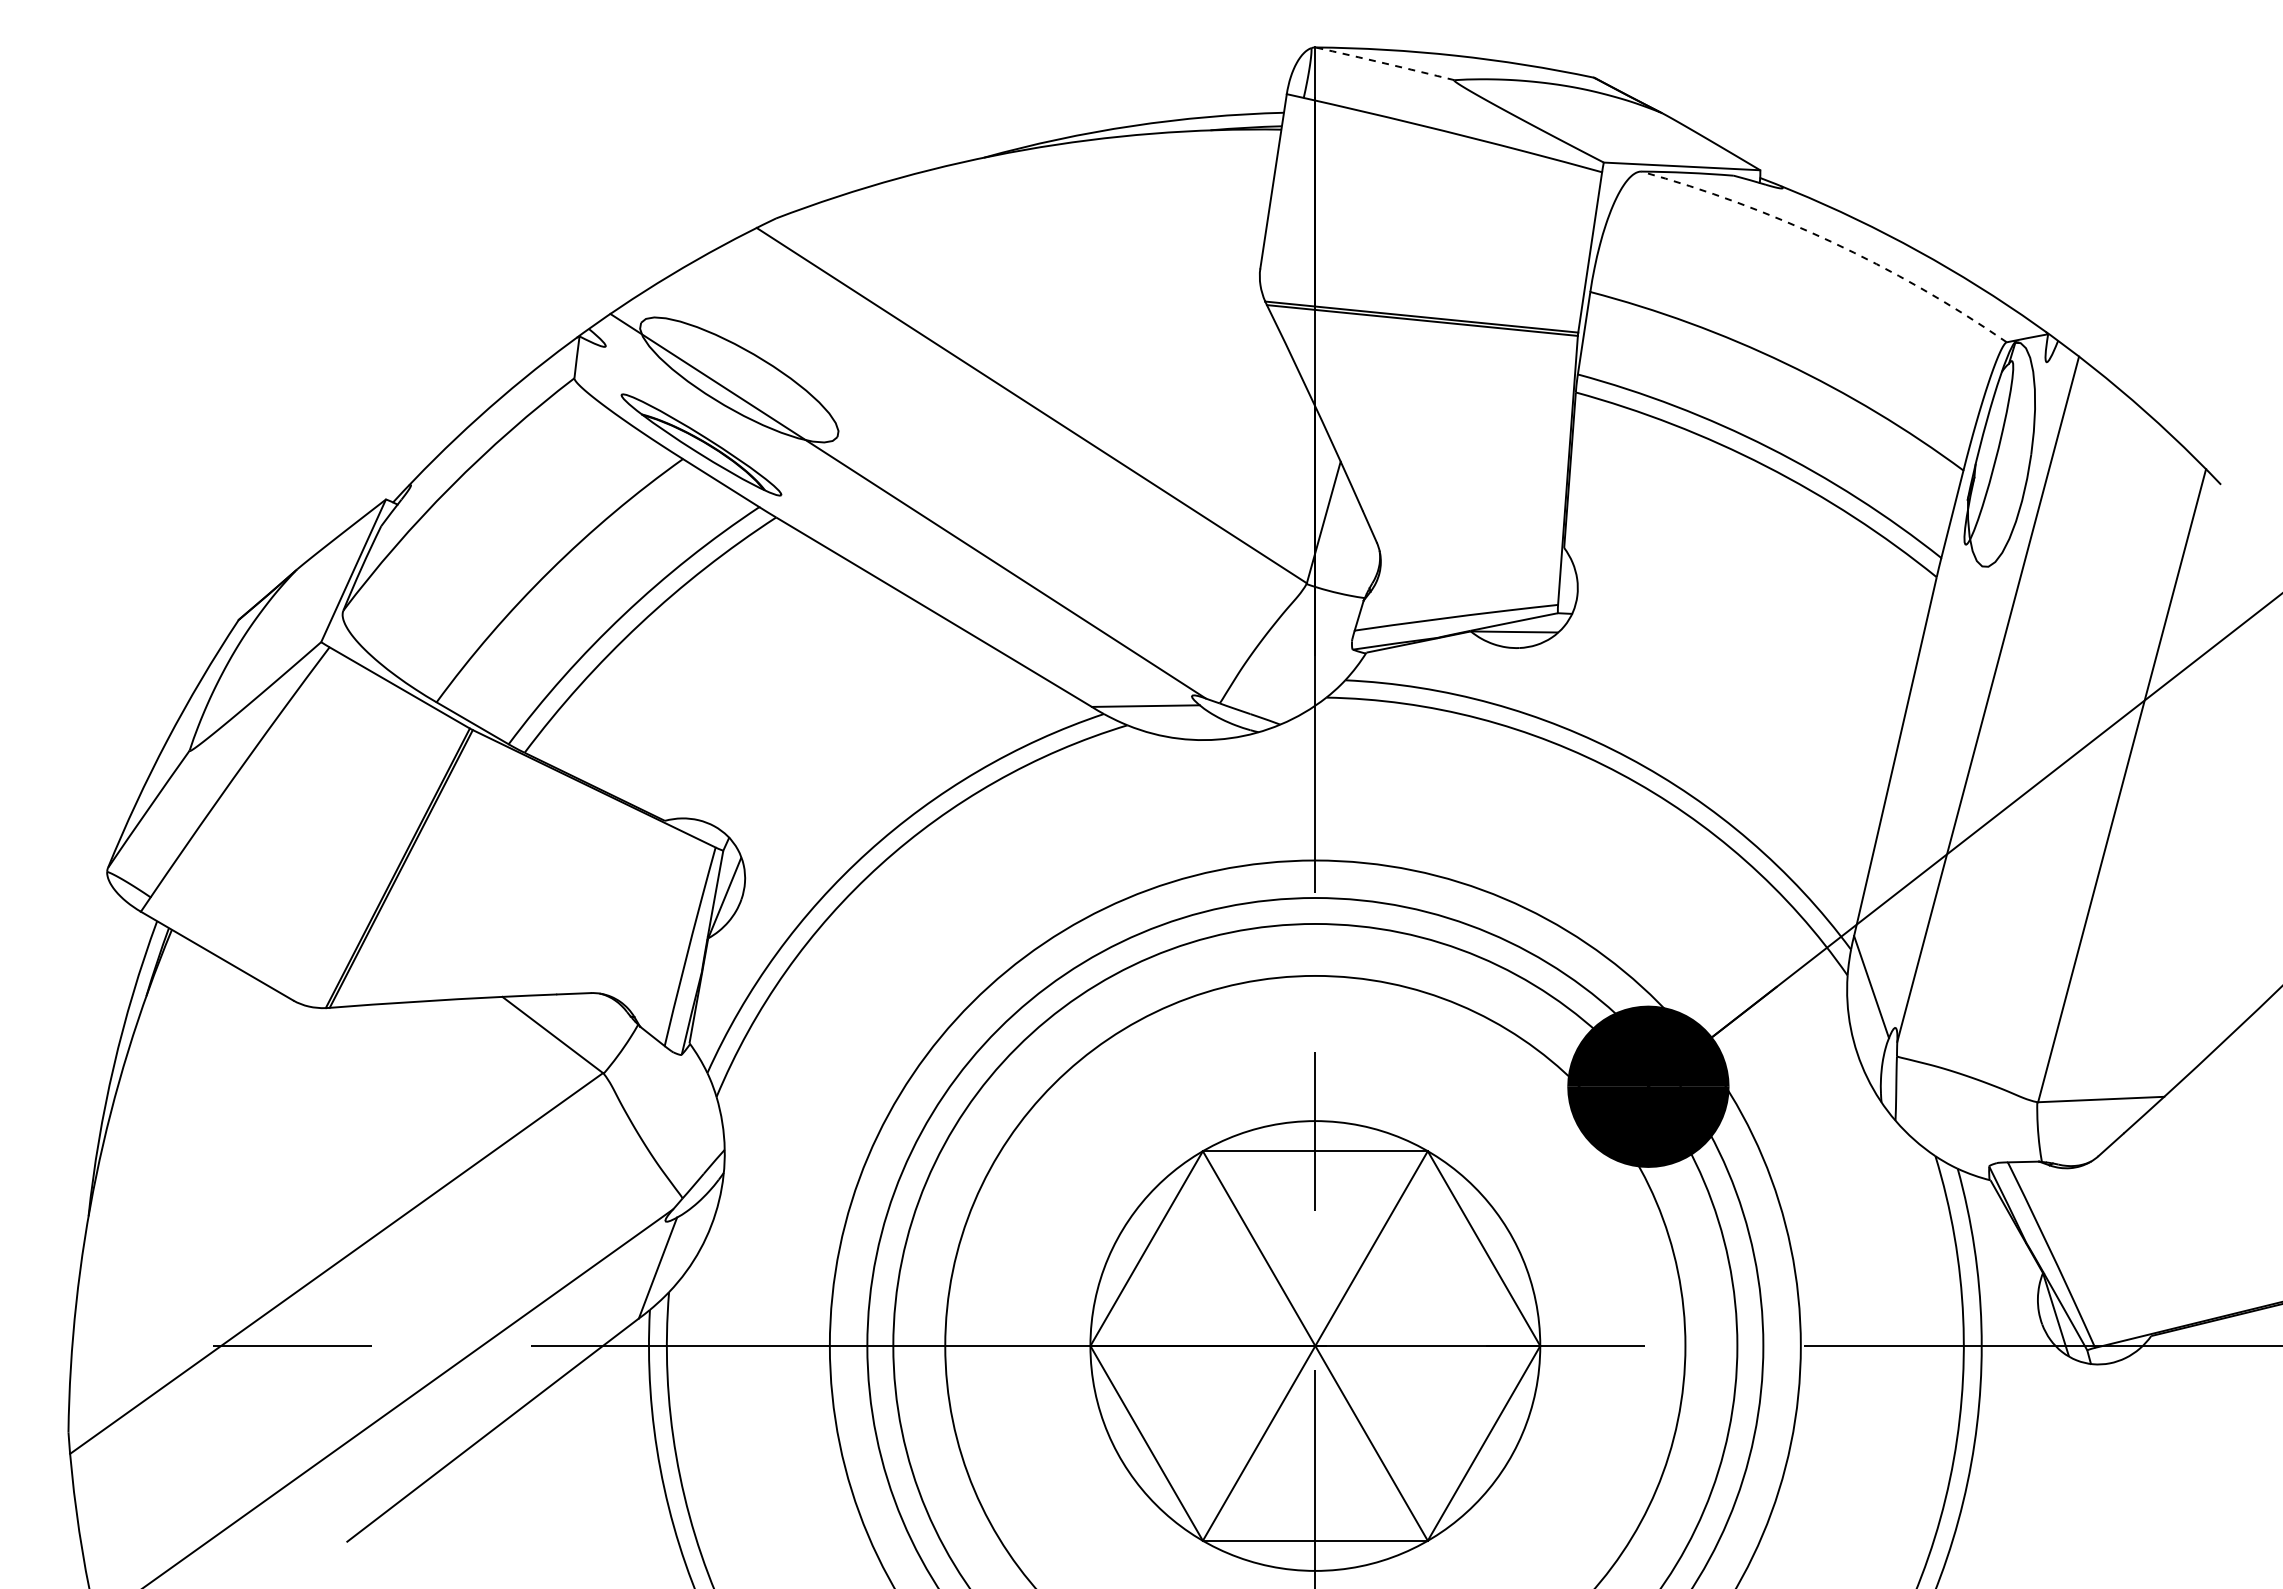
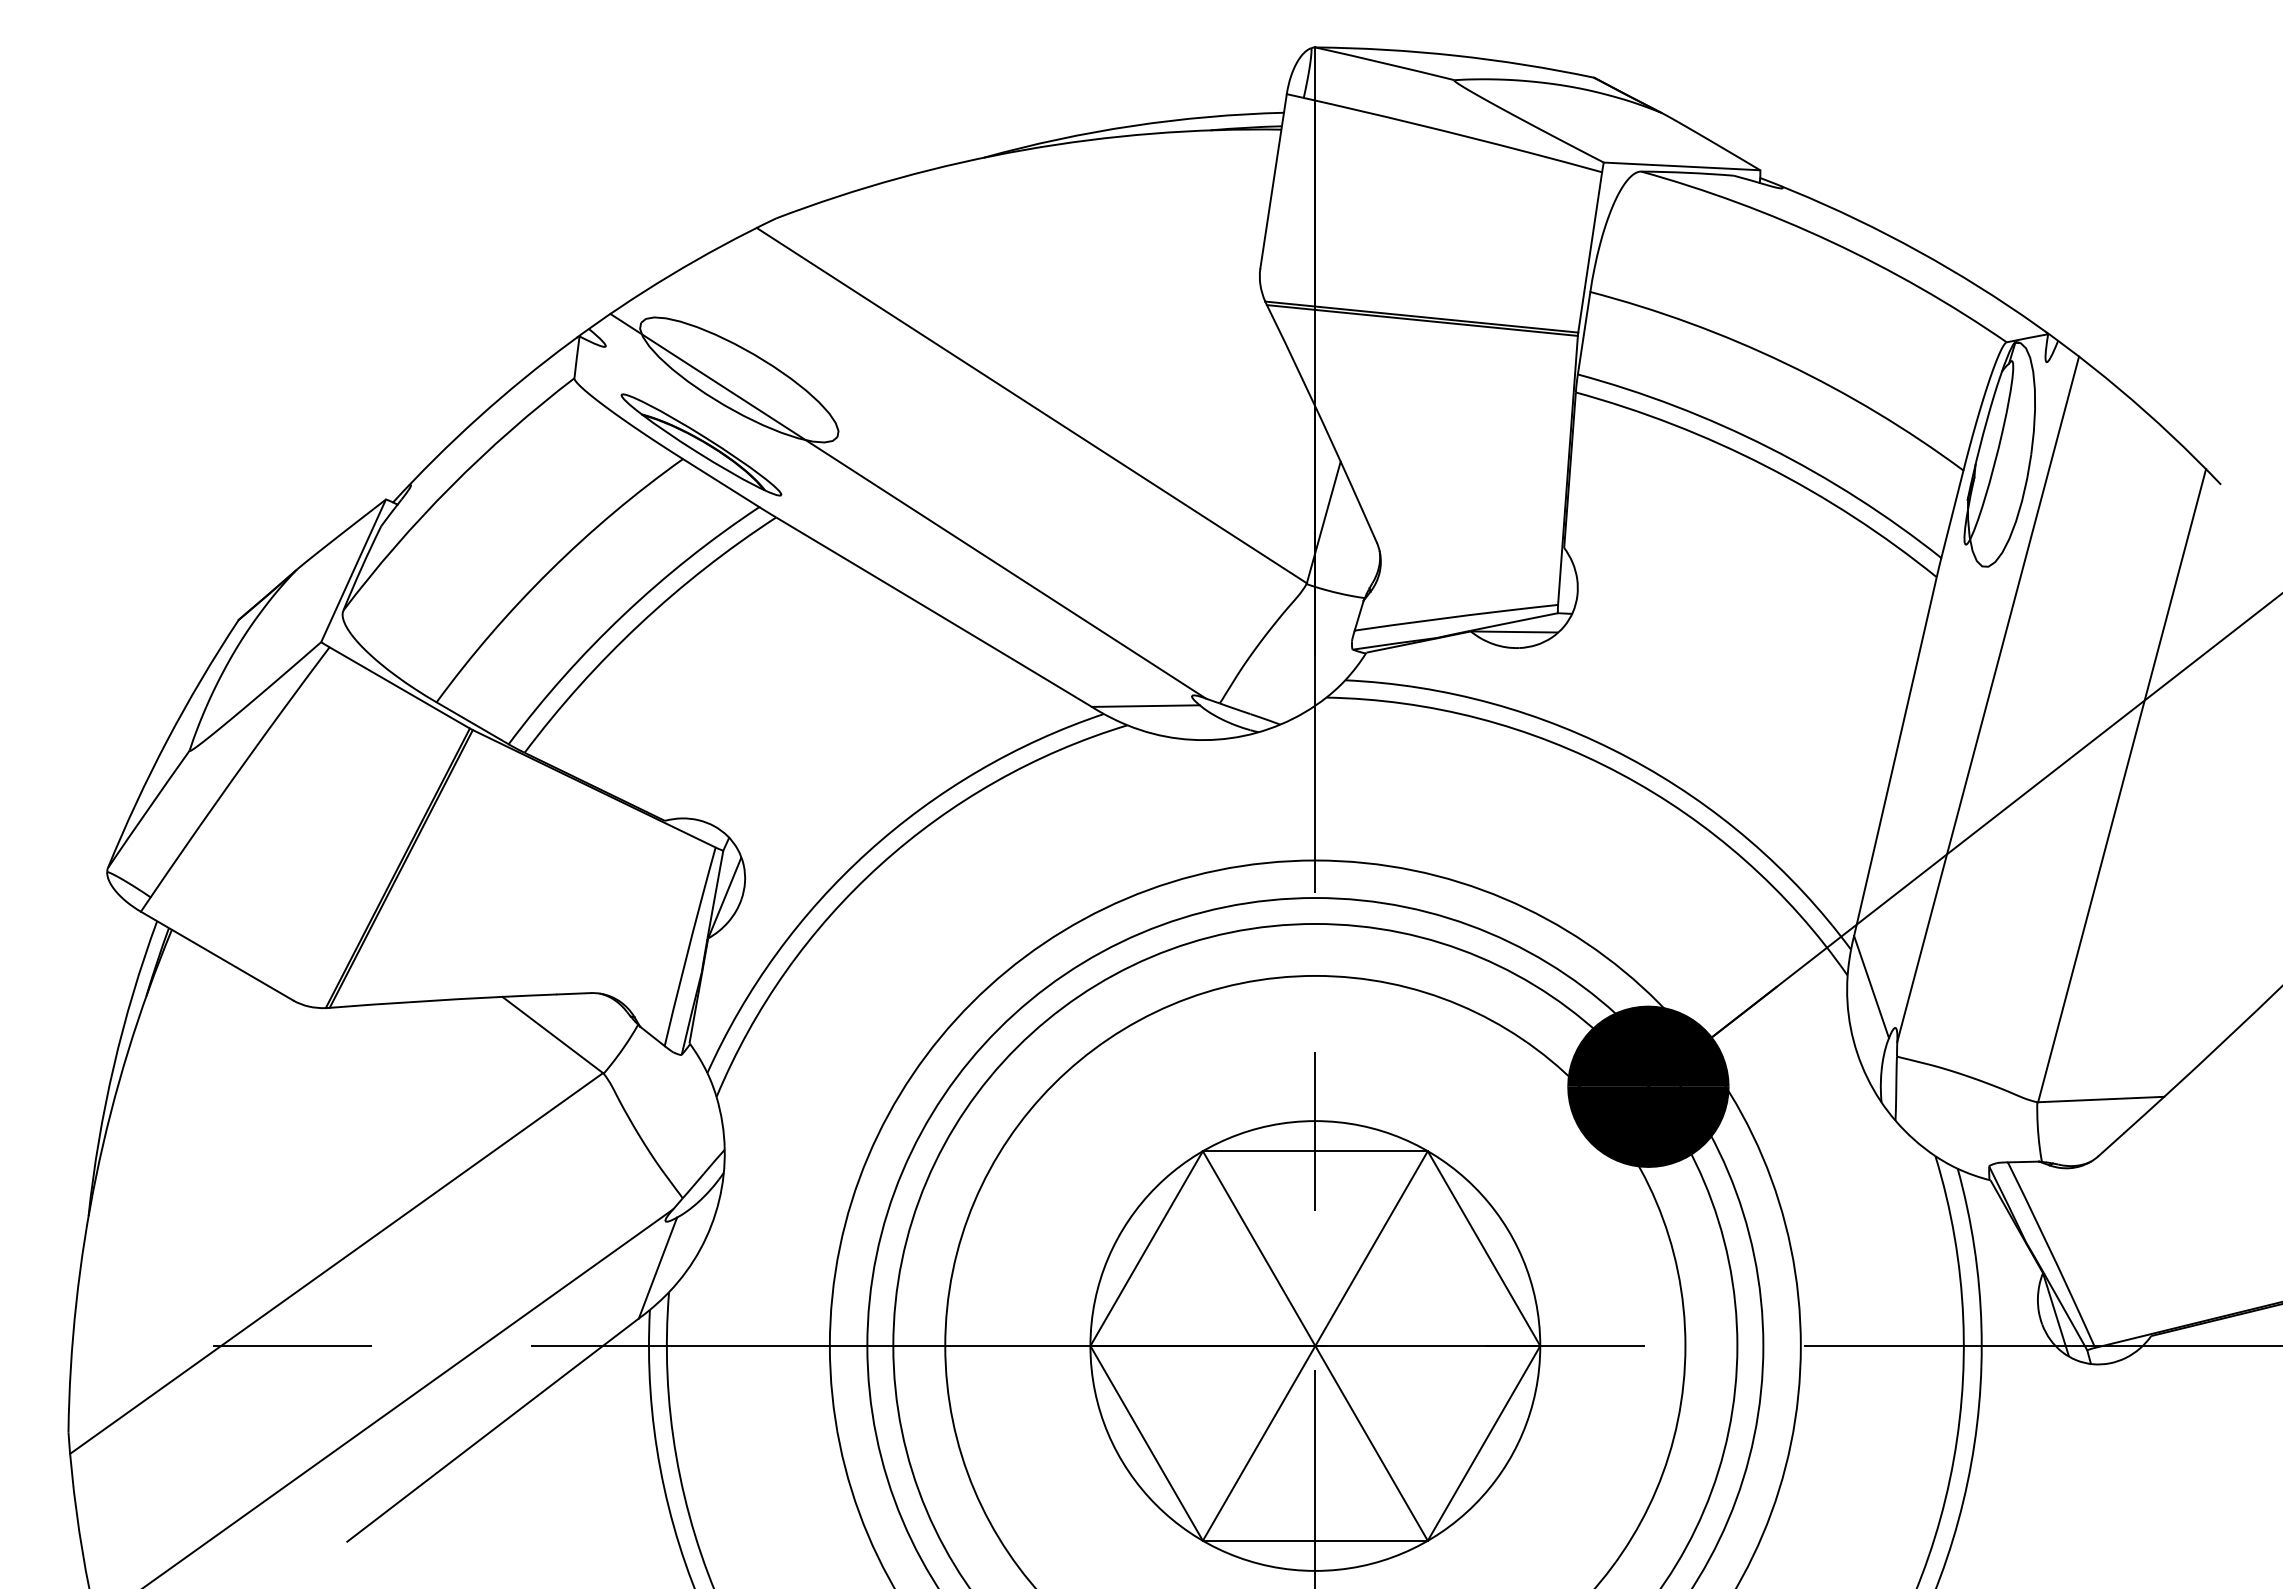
arc at (1385, 63): dashed -> solid
arc at (1831, 241): dashed -> solid
